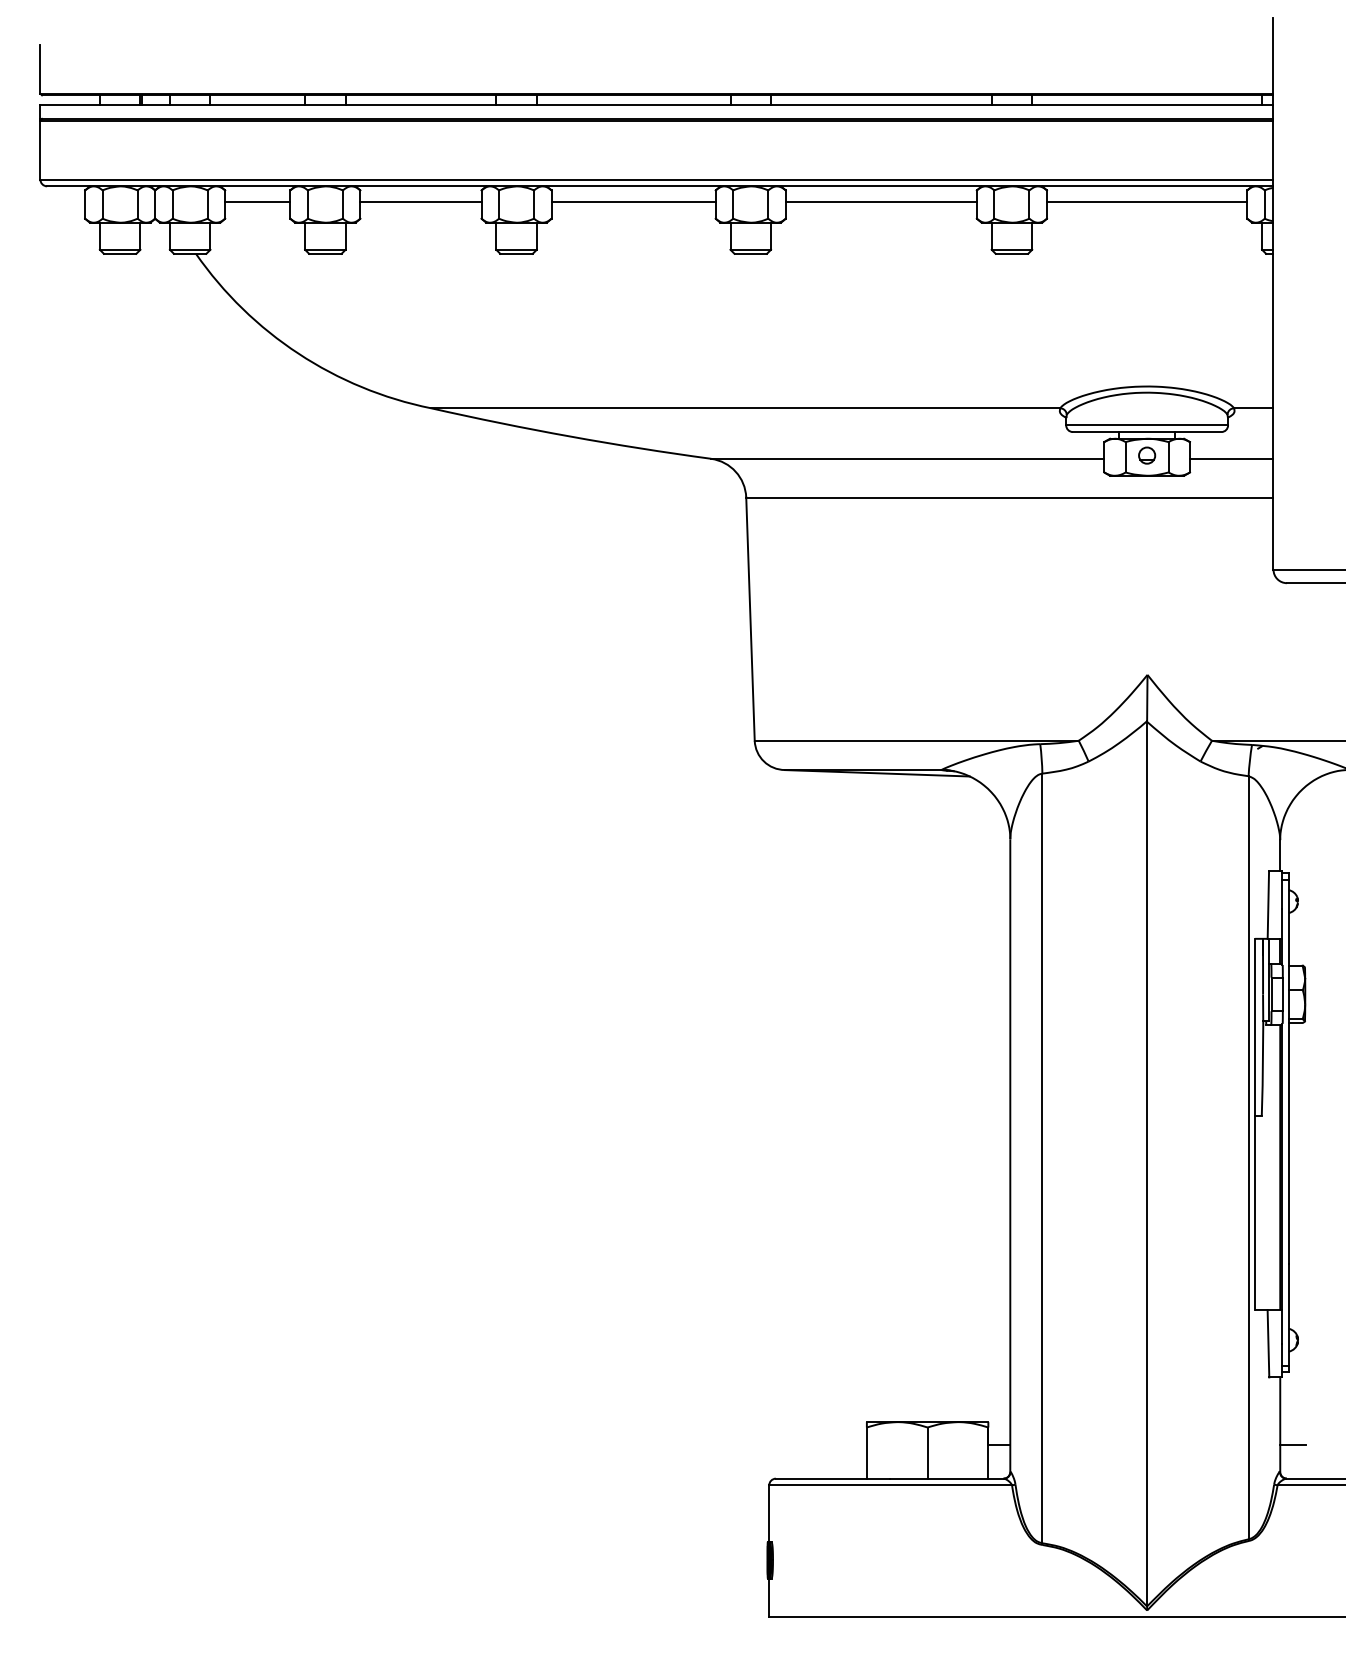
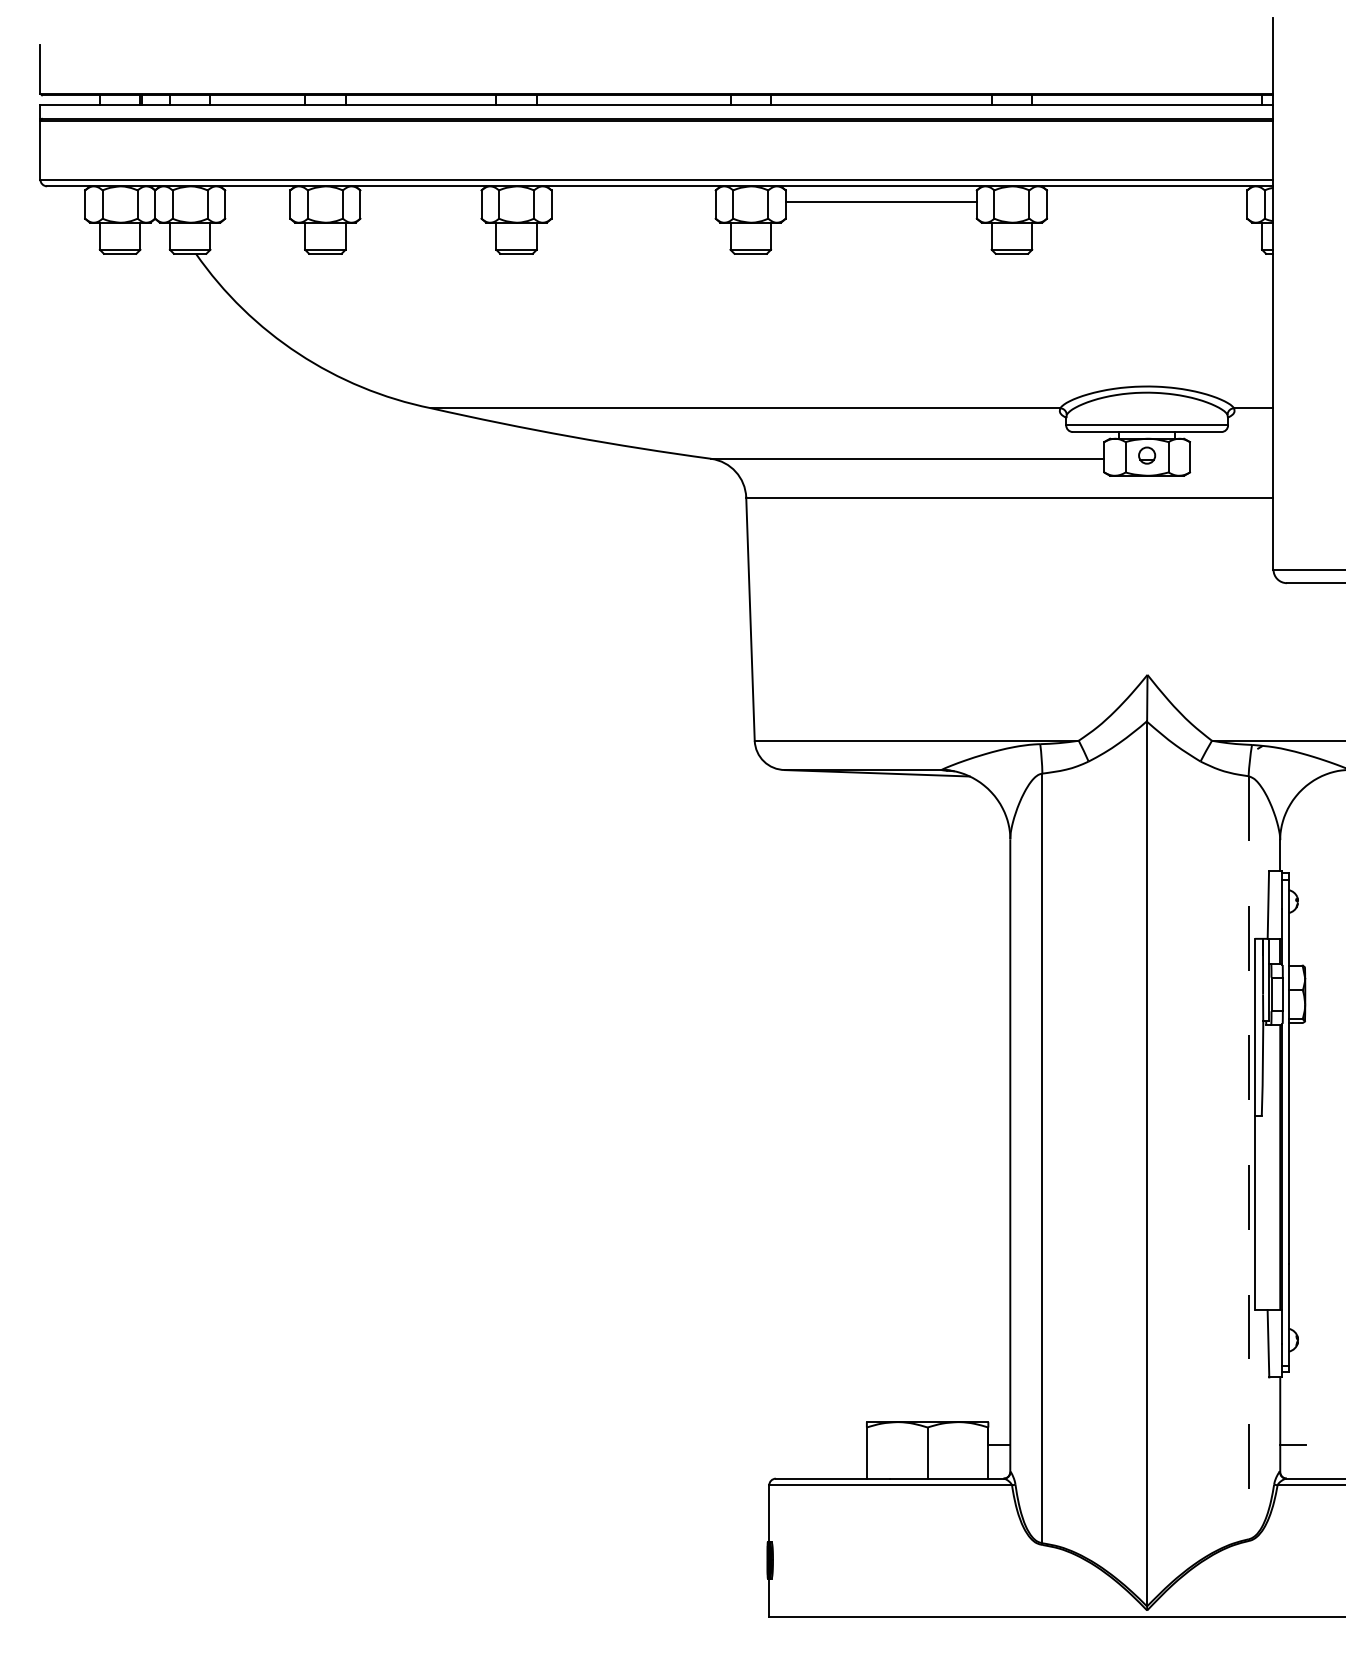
line at (257, 201): present -> none
line at (420, 201): present -> none
line at (633, 201): present -> none
line at (1146, 201): present -> none
line at (1231, 458): present -> none
line at (1248, 1157): solid -> dashed
